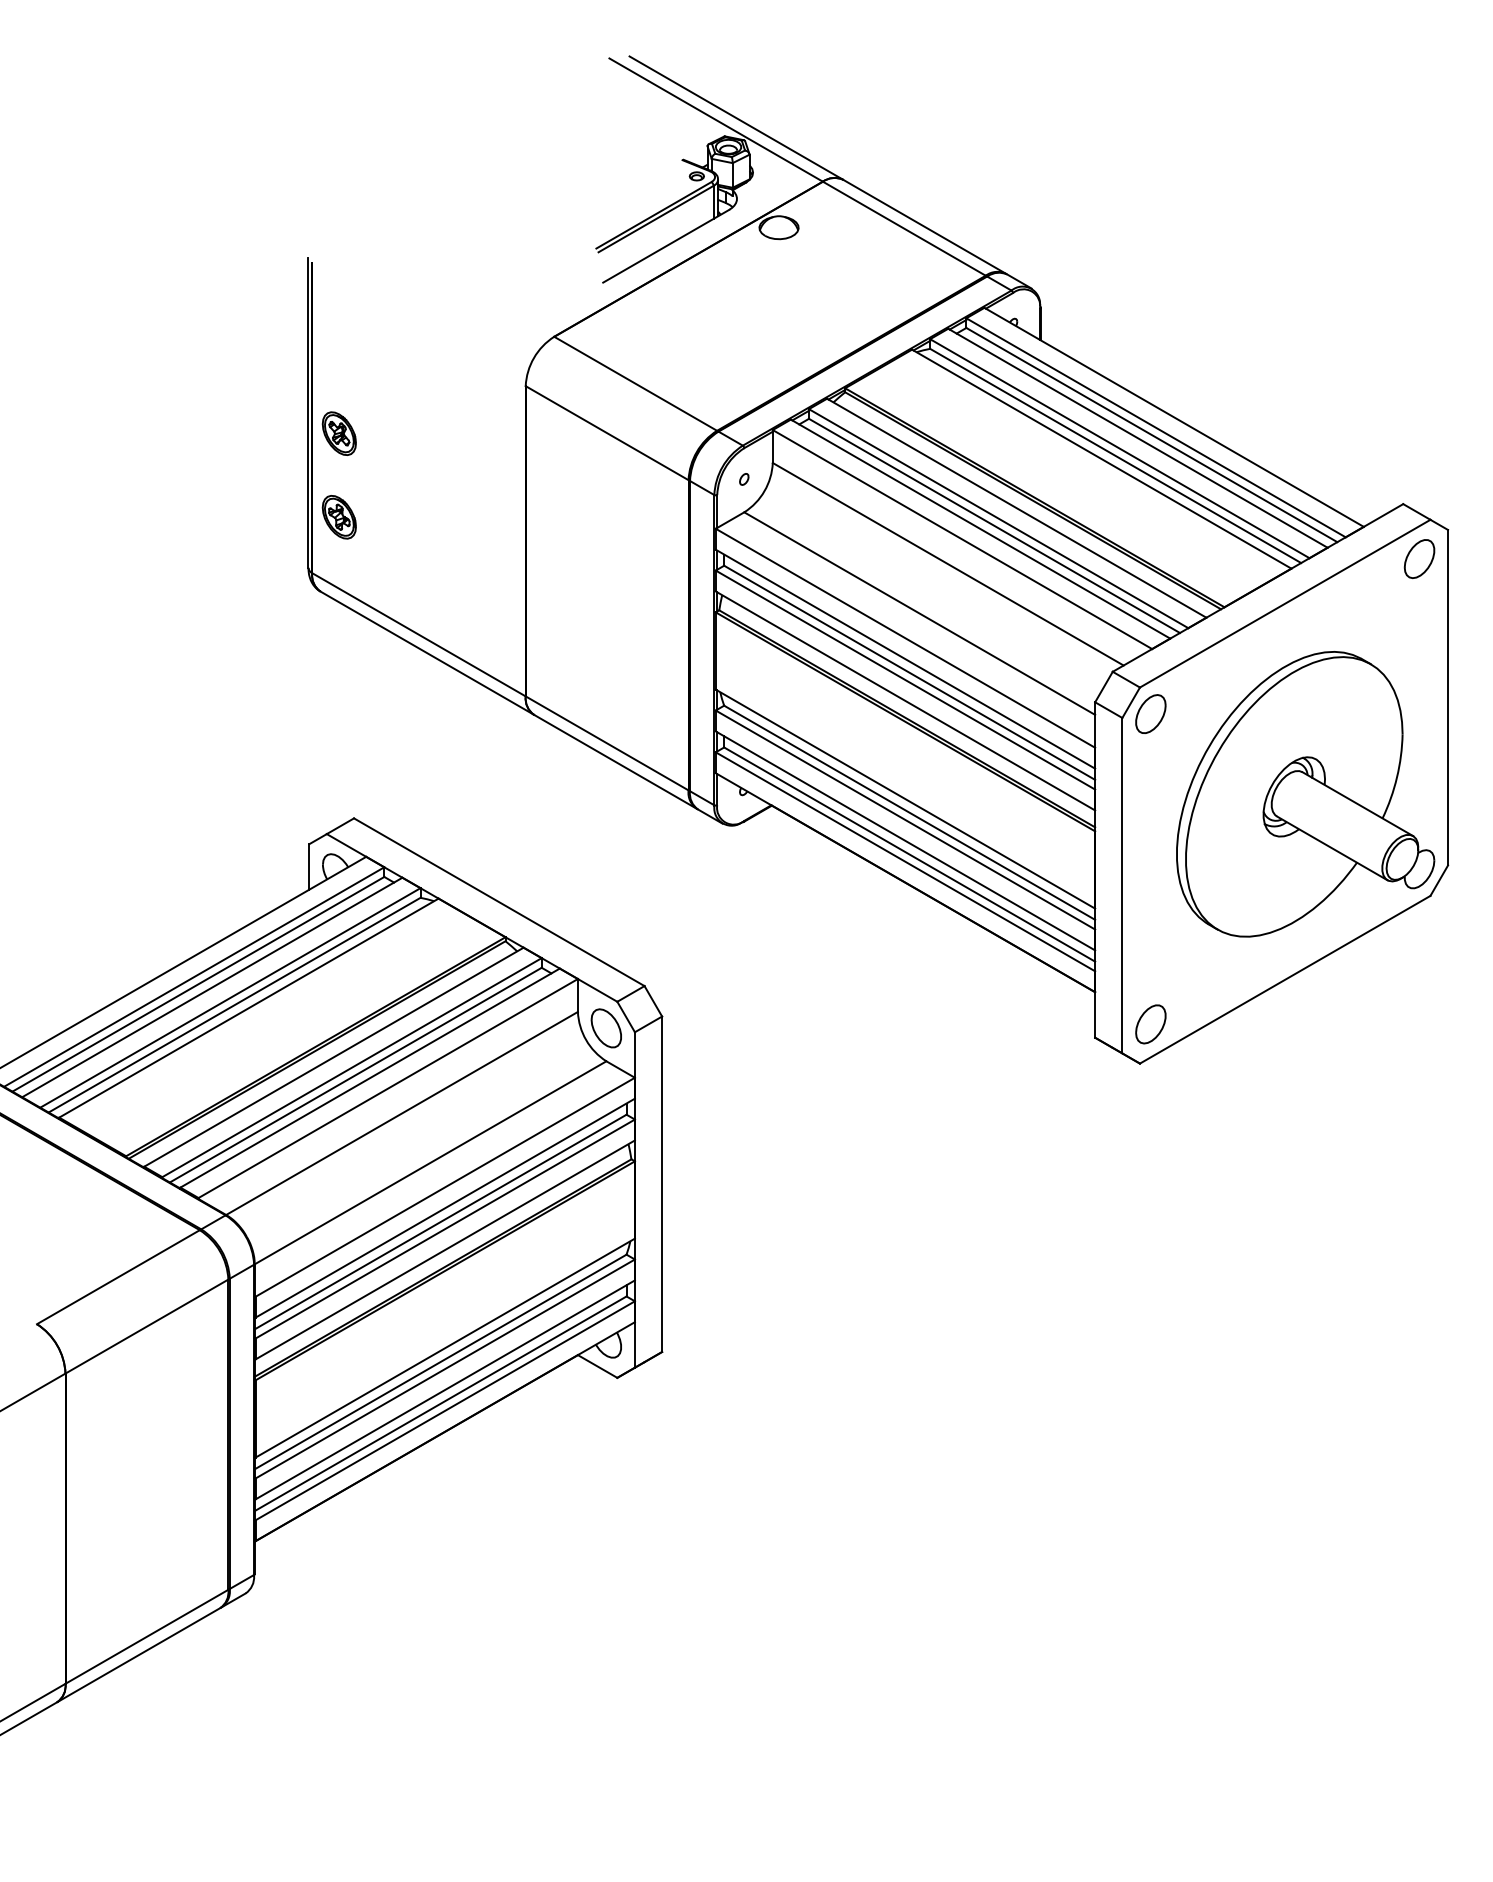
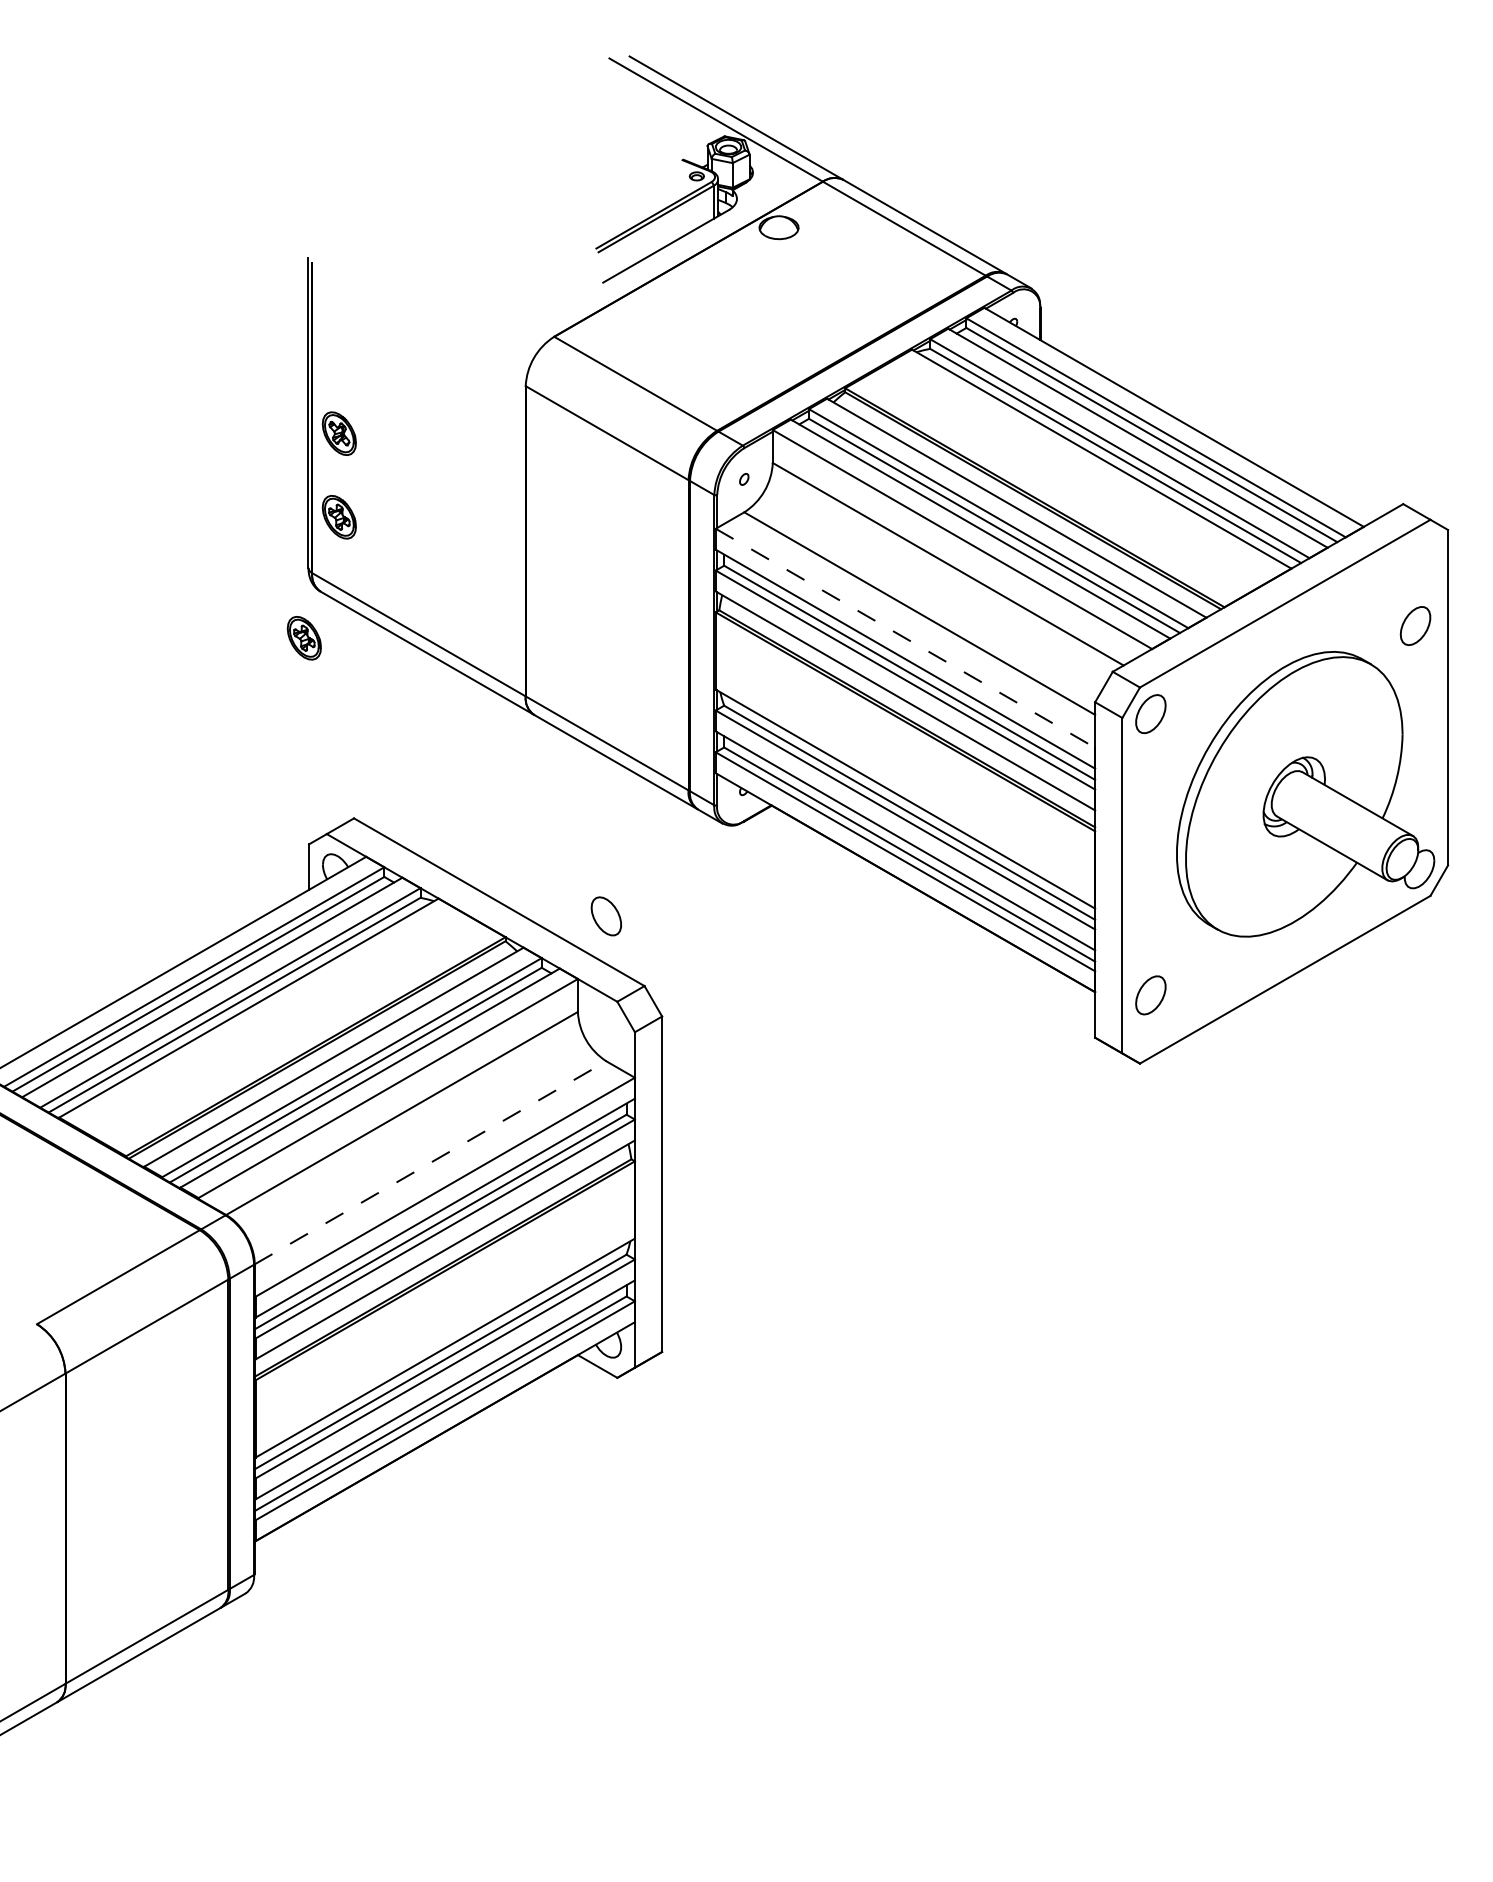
part at (1419, 558) position: (1419, 558) -> (1415, 625)
part at (303, 638): none -> present
line at (905, 638): solid -> dashed
part at (1150, 1024) position: (1150, 1024) -> (1150, 995)
part at (605, 1028) position: (605, 1028) -> (605, 916)
line at (430, 1162): solid -> dashed
